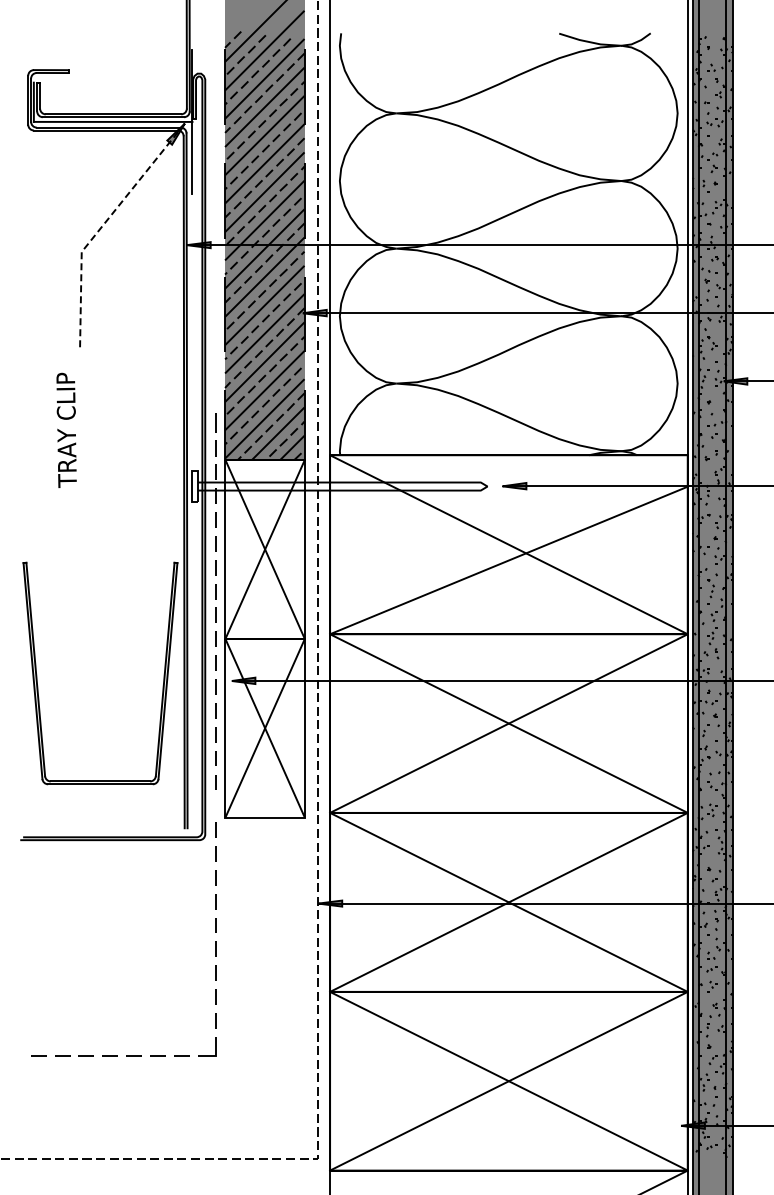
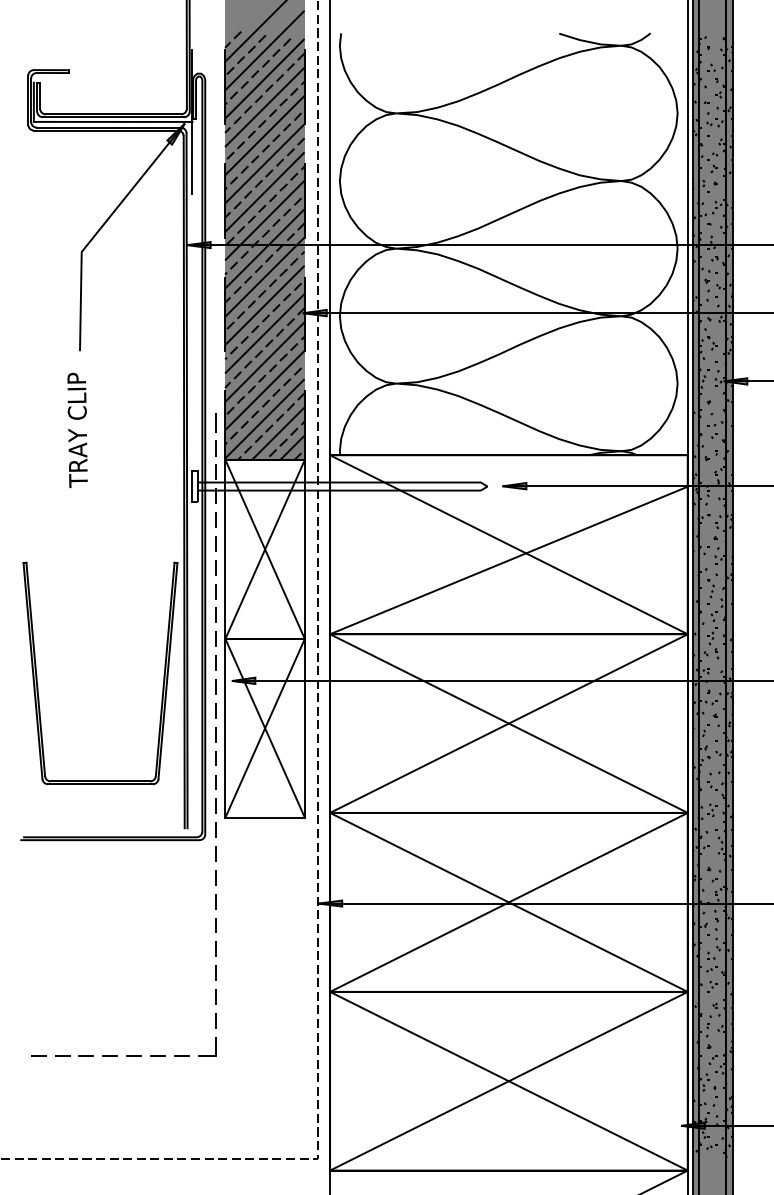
line at (101, 227): dashed -> solid
text at (66, 429) position: (66, 429) -> (77, 429)
line at (215, 805): none -> present
